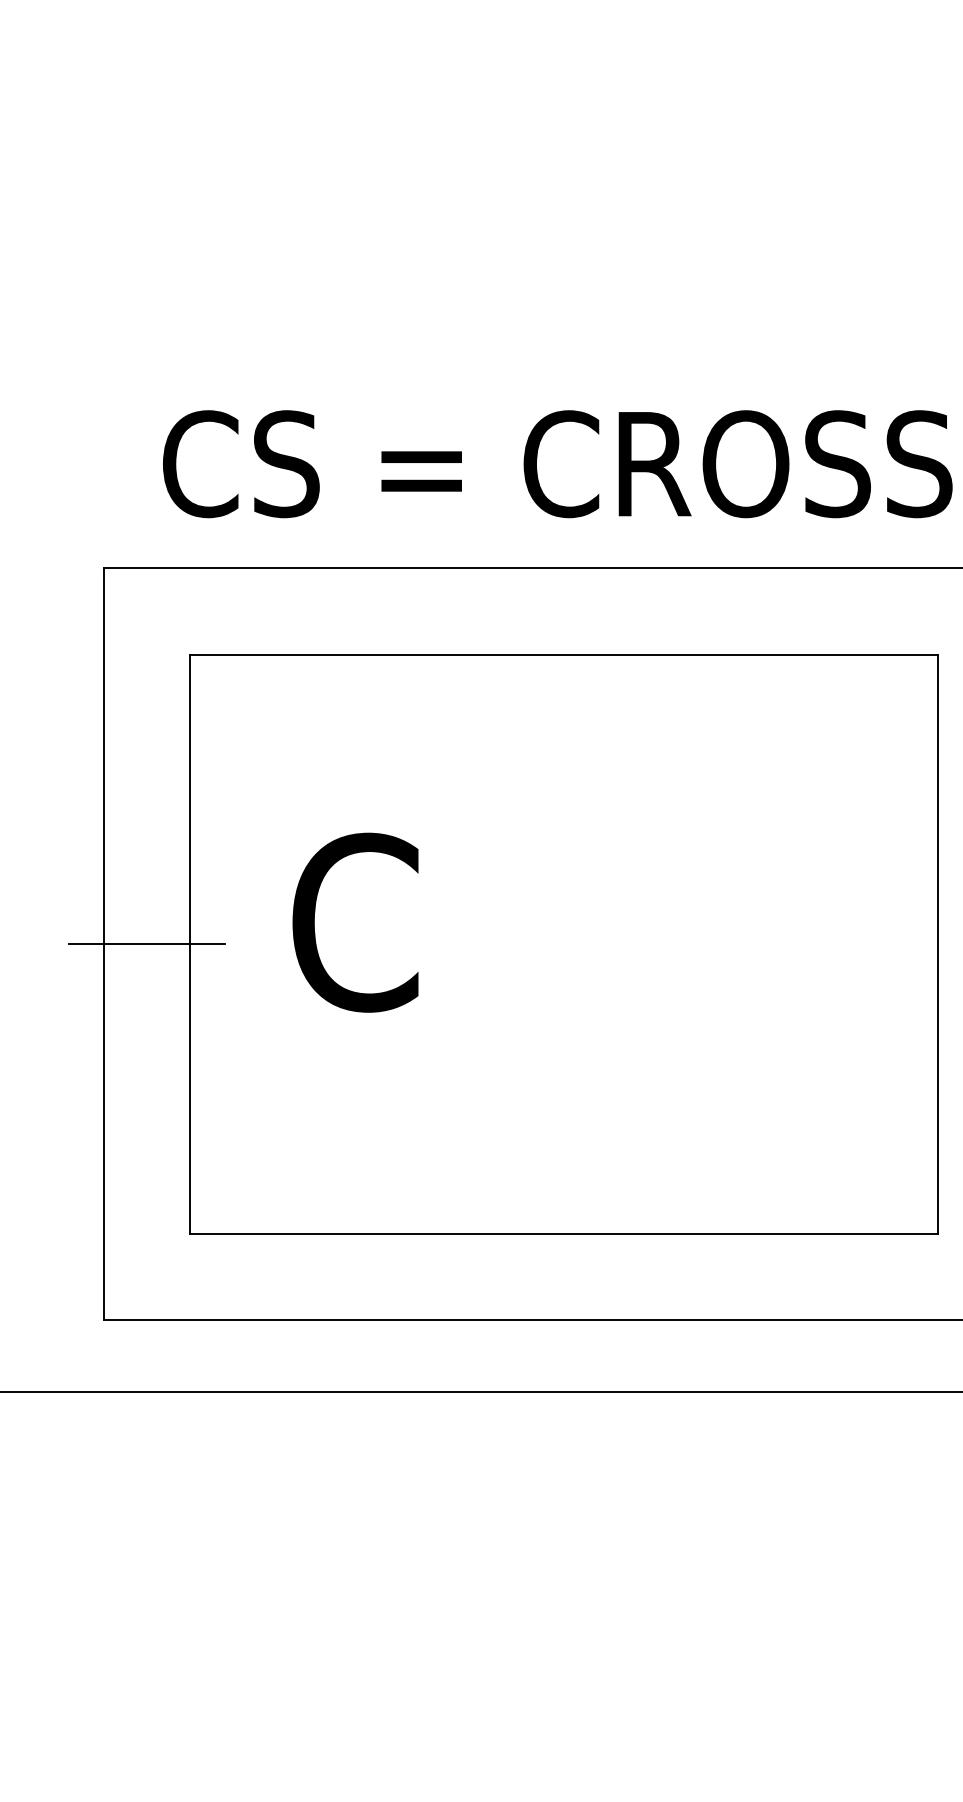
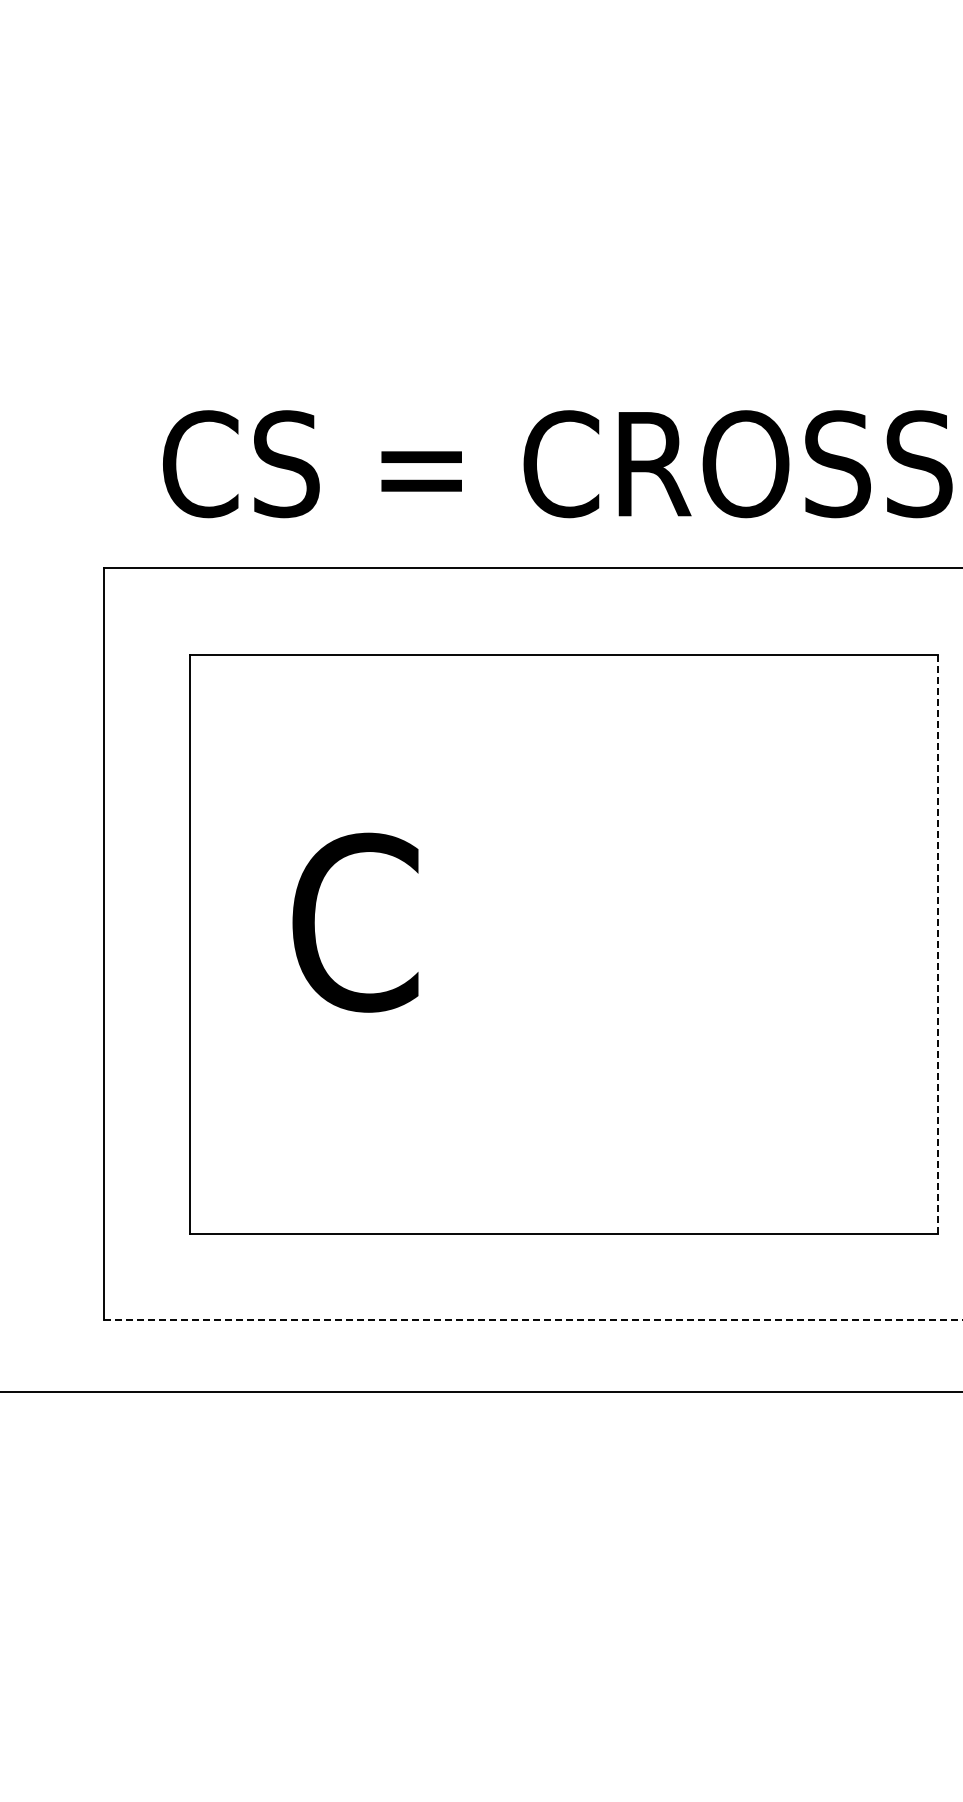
line at (146, 944): present -> none
line at (938, 944): solid -> dashed
line at (532, 1320): solid -> dashed
